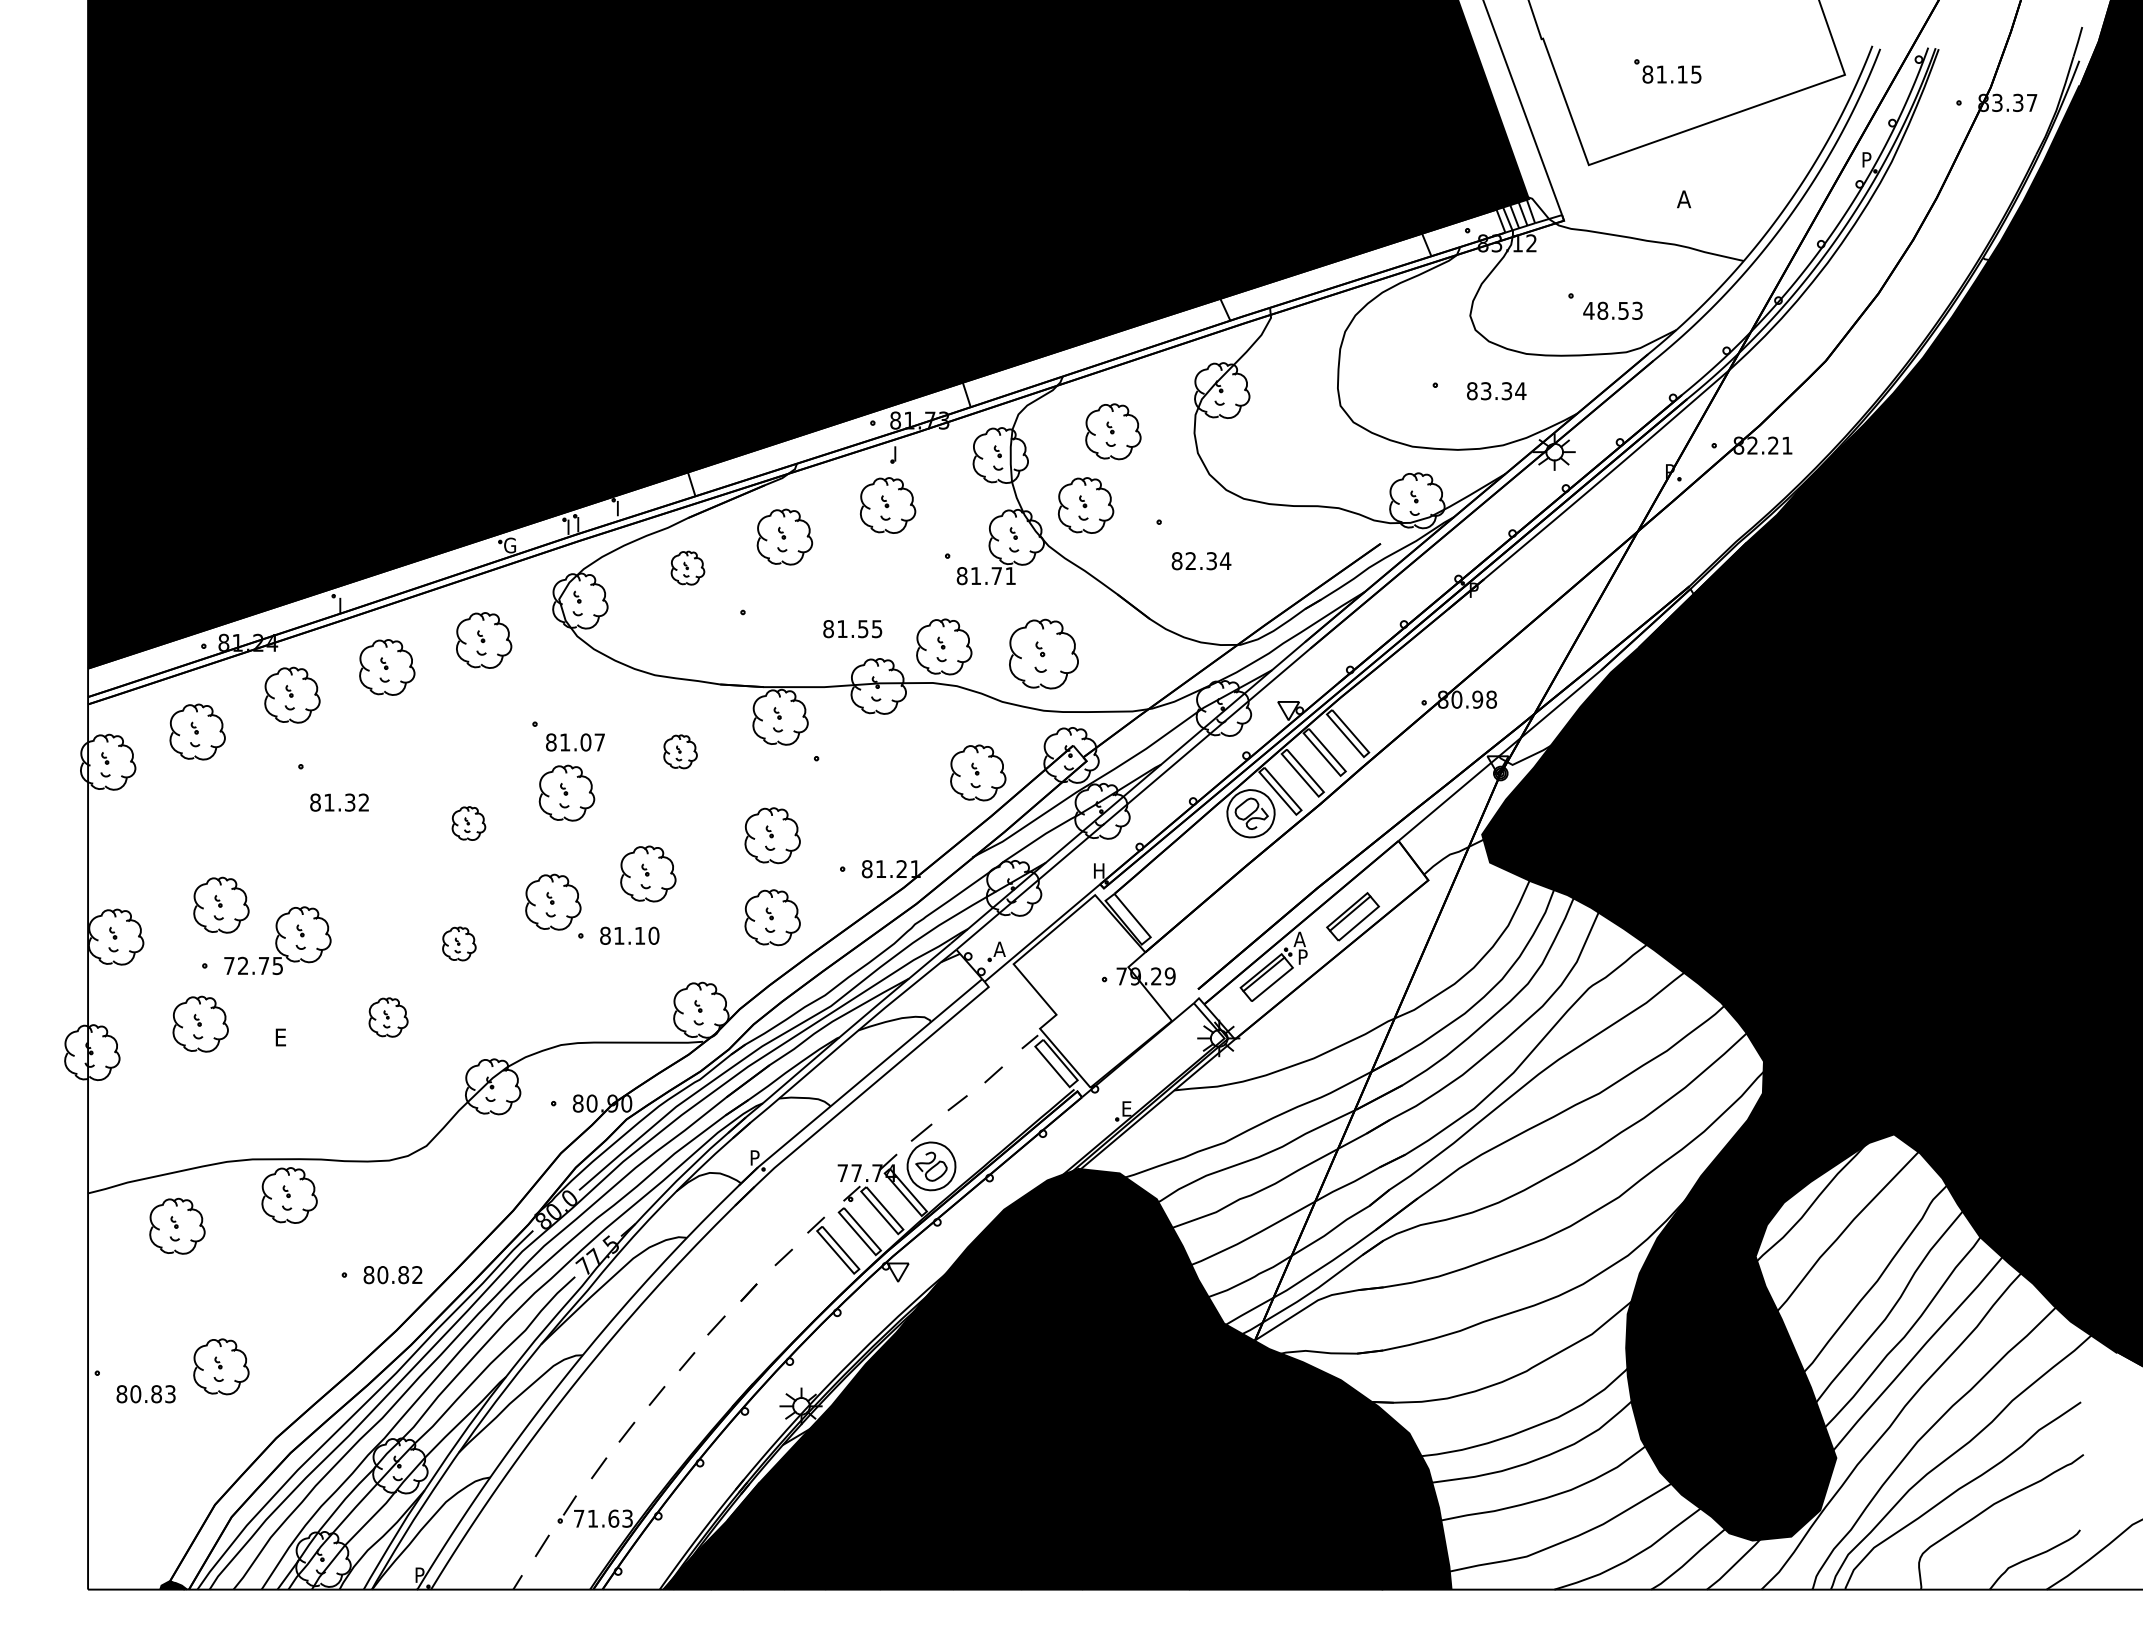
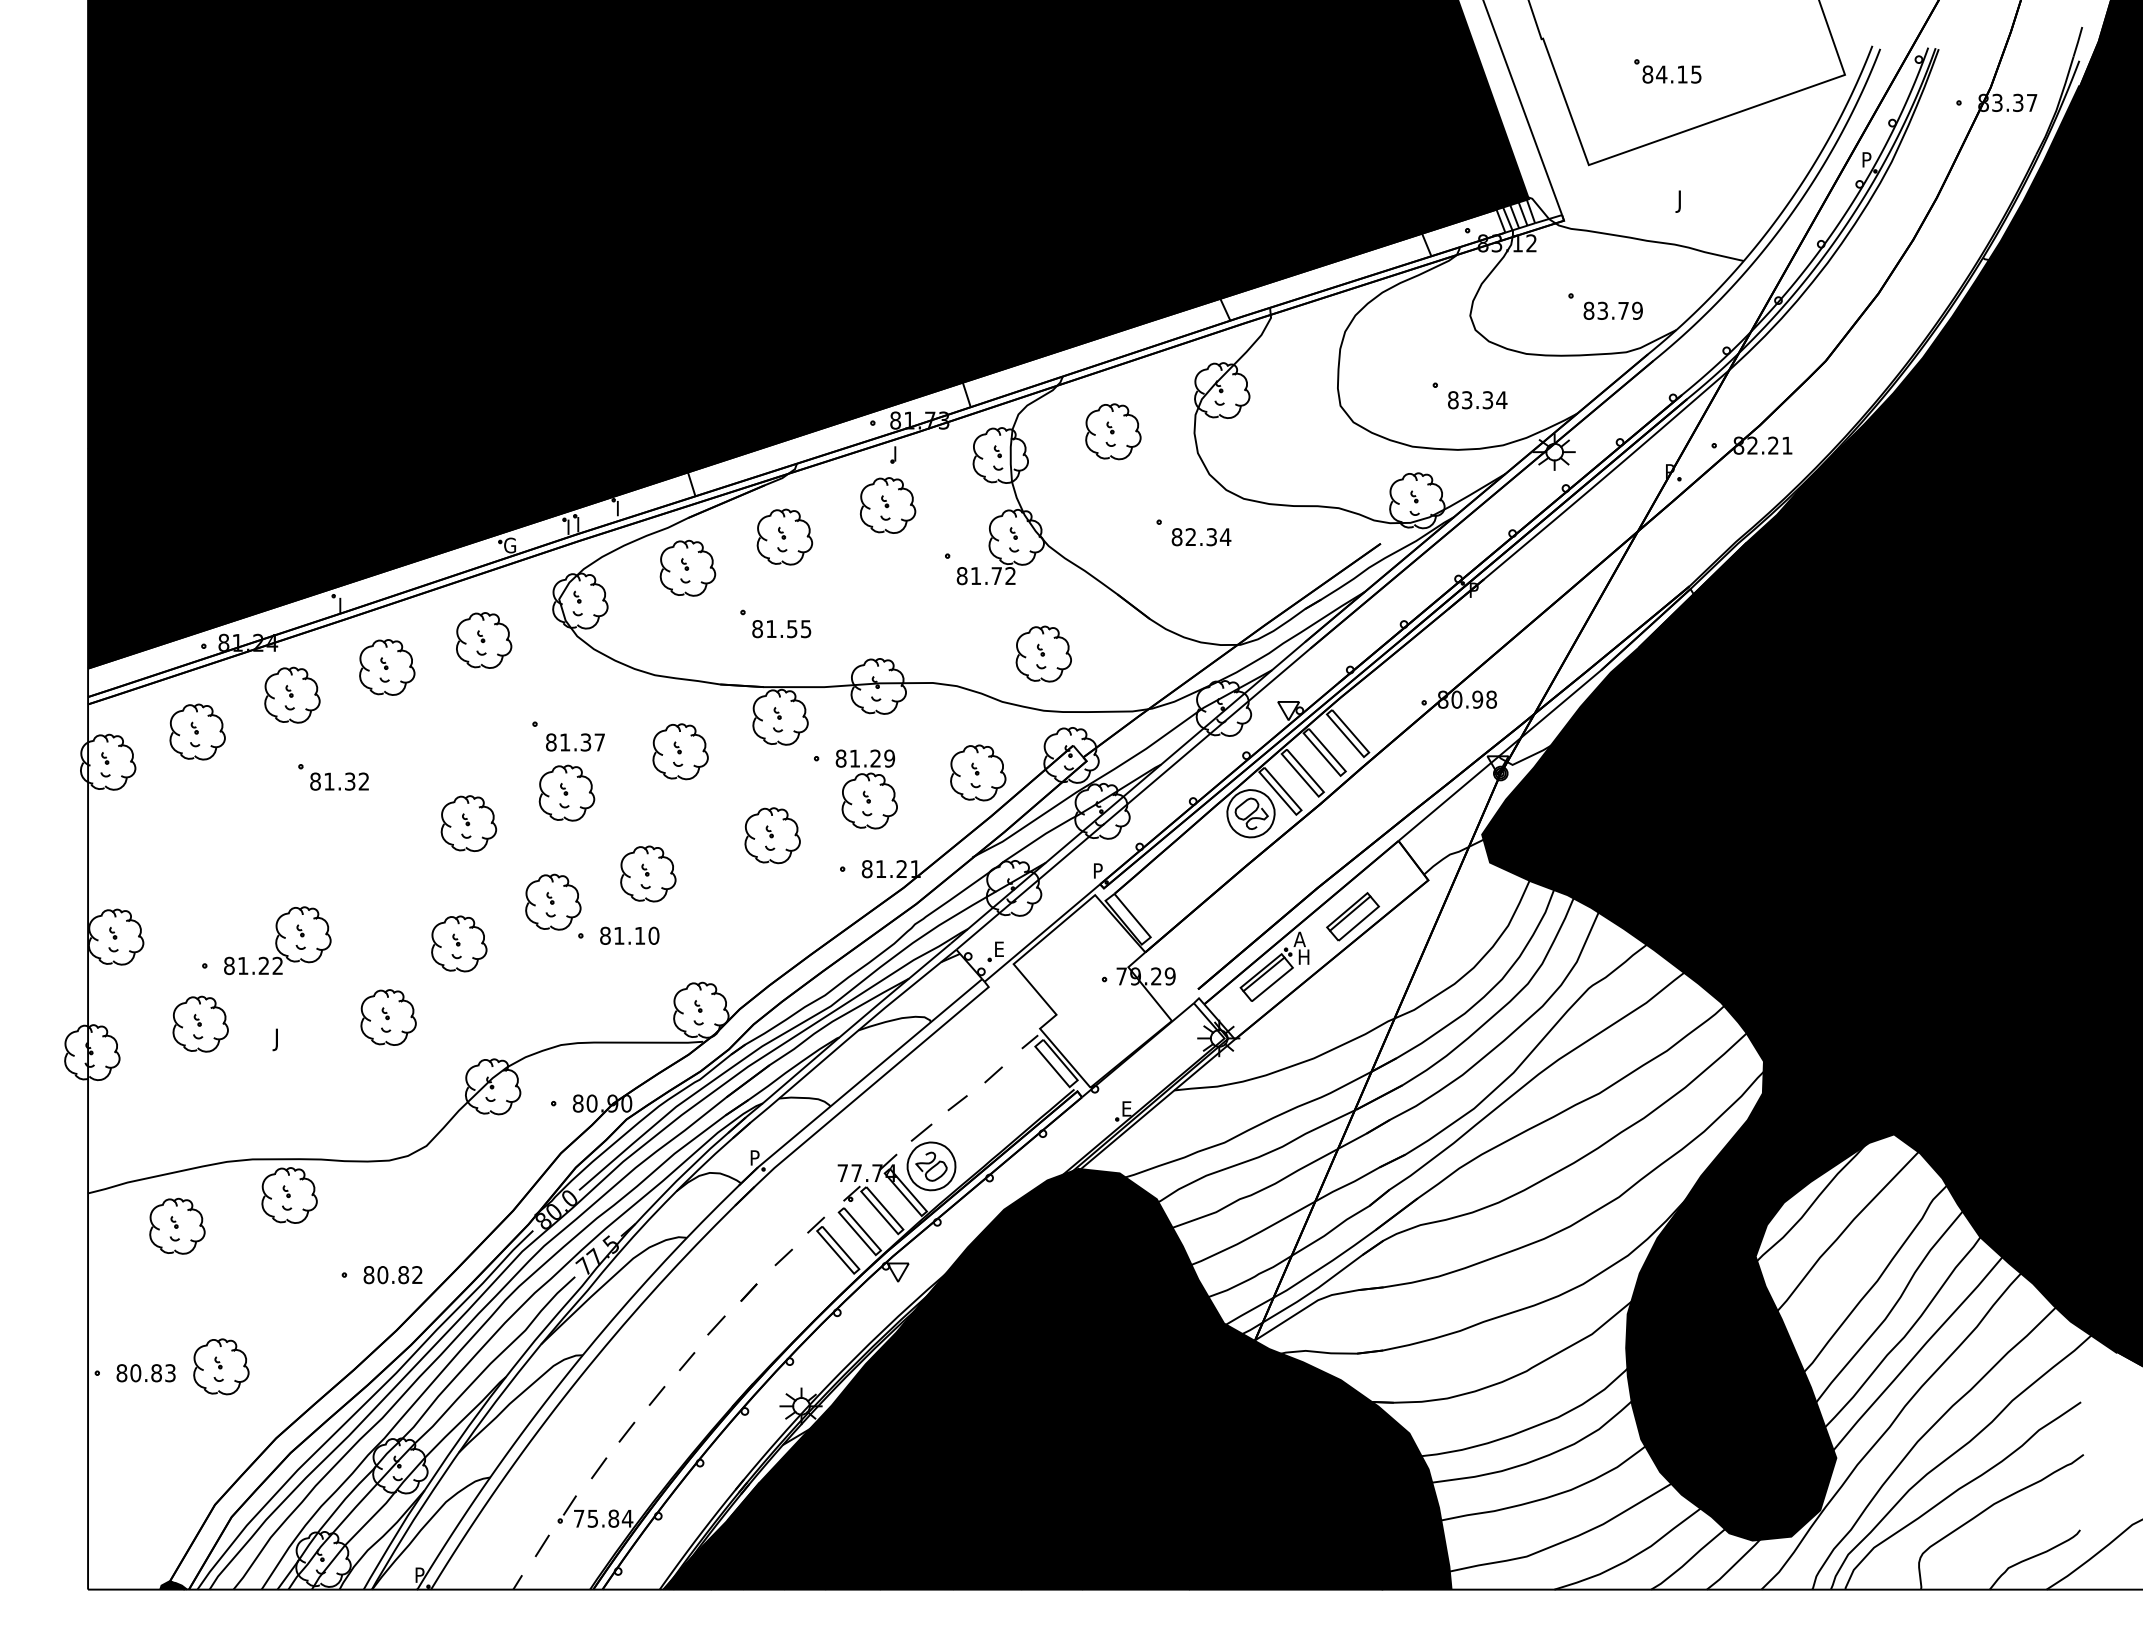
text at (1661, 74): 81.15 -> 84.15
text at (1683, 201): A -> J
text at (1612, 310): 48.53 -> 83.79
text at (1496, 391) position: (1496, 391) -> (1477, 400)
part at (1086, 505): present -> none
text at (1201, 561) position: (1201, 561) -> (1201, 537)
part at (687, 567) size: 36x36 px -> 58x58 px
text at (1010, 575): 81.71 -> 81.72
text at (852, 629) position: (852, 629) -> (781, 629)
part at (944, 646): present -> none
part at (1043, 653) size: 70x72 px -> 57x58 px
text at (585, 742): 81.07 -> 81.37
part at (680, 751) size: 35x36 px -> 57x58 px
part at (866, 789): none -> present
text at (339, 802) position: (339, 802) -> (339, 781)
part at (468, 823) size: 36x35 px -> 58x57 px
text at (1099, 870): H -> P
part at (221, 904): present -> none
part at (772, 917): present -> none
part at (459, 943) size: 35x36 px -> 57x58 px
text at (999, 948): A -> E
text at (1304, 956): P -> H
text at (253, 965): 72.75 -> 81.22
part at (388, 1017) size: 41x41 px -> 57x57 px
text at (279, 1039): E -> J
text at (145, 1394) position: (145, 1394) -> (145, 1373)
text at (610, 1518): 71.63 -> 75.84
